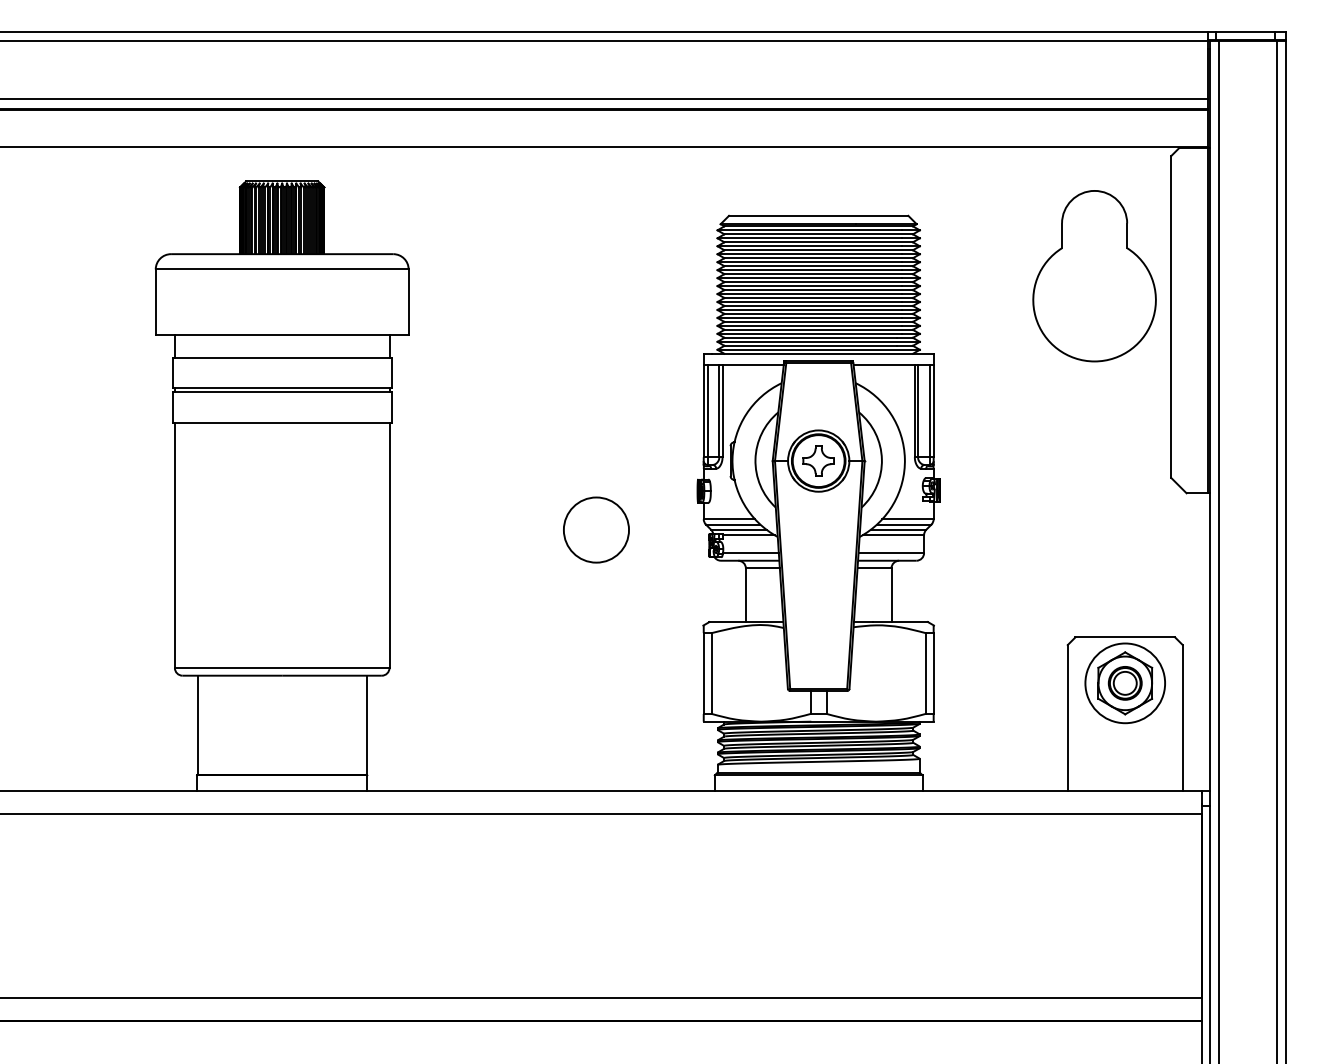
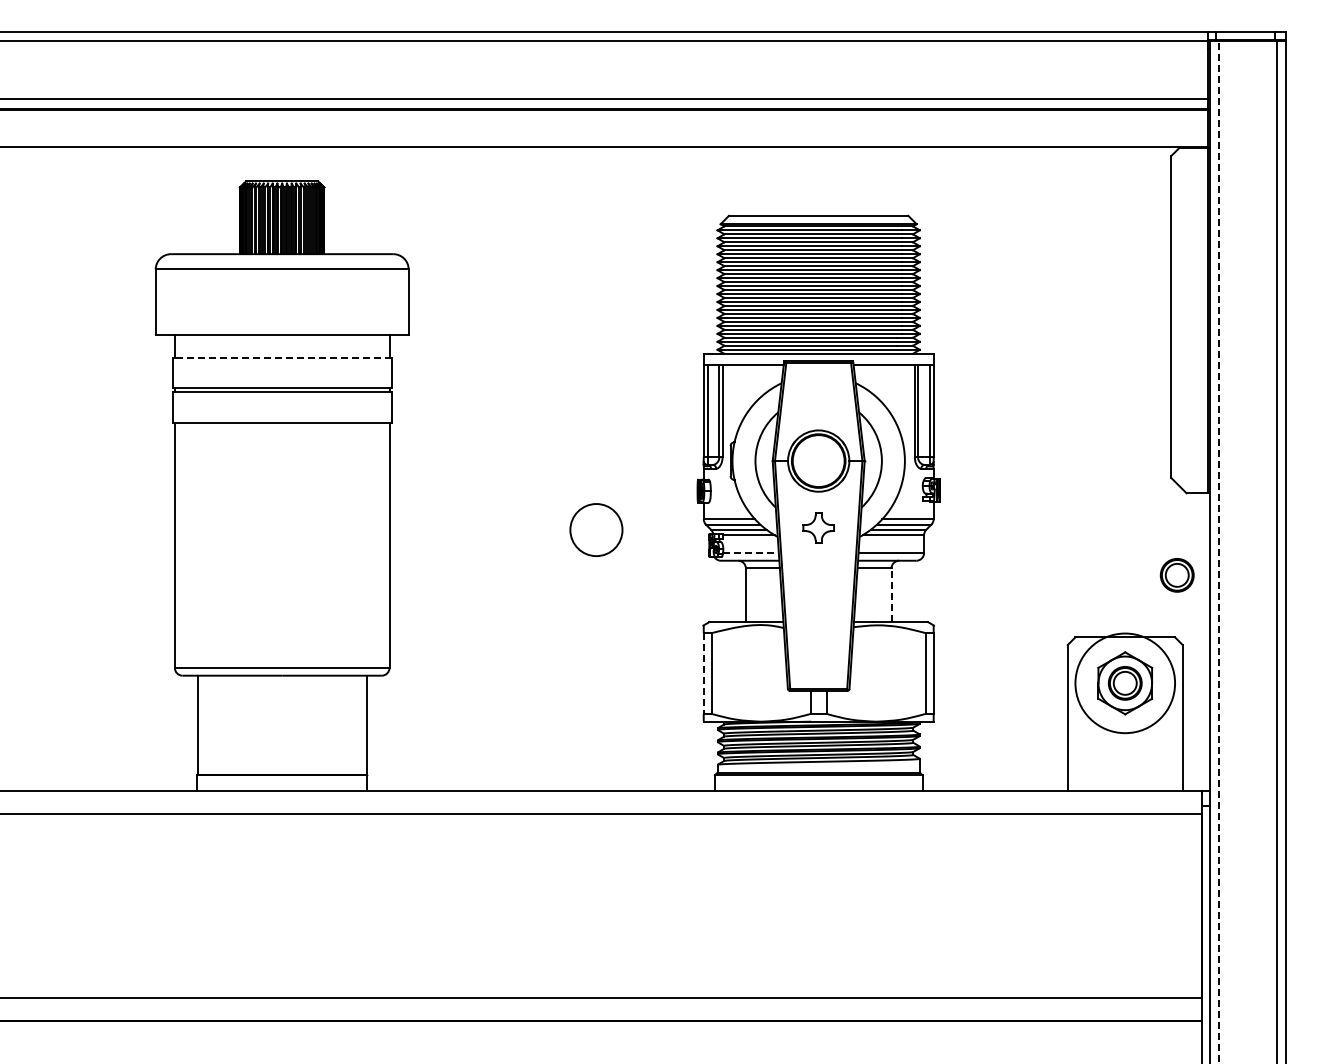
part at (1094, 276): present -> none
line at (282, 357): solid -> dashed
part at (818, 460) position: (818, 460) -> (818, 527)
circle at (596, 529) diameter: 65 px -> 52 px
line at (1218, 552): solid -> dashed
line at (750, 553): solid -> dashed
part at (1176, 575): none -> present
line at (891, 595): solid -> dashed
line at (703, 674): solid -> dashed
circle at (1125, 683) diameter: 80 px -> 100 px
